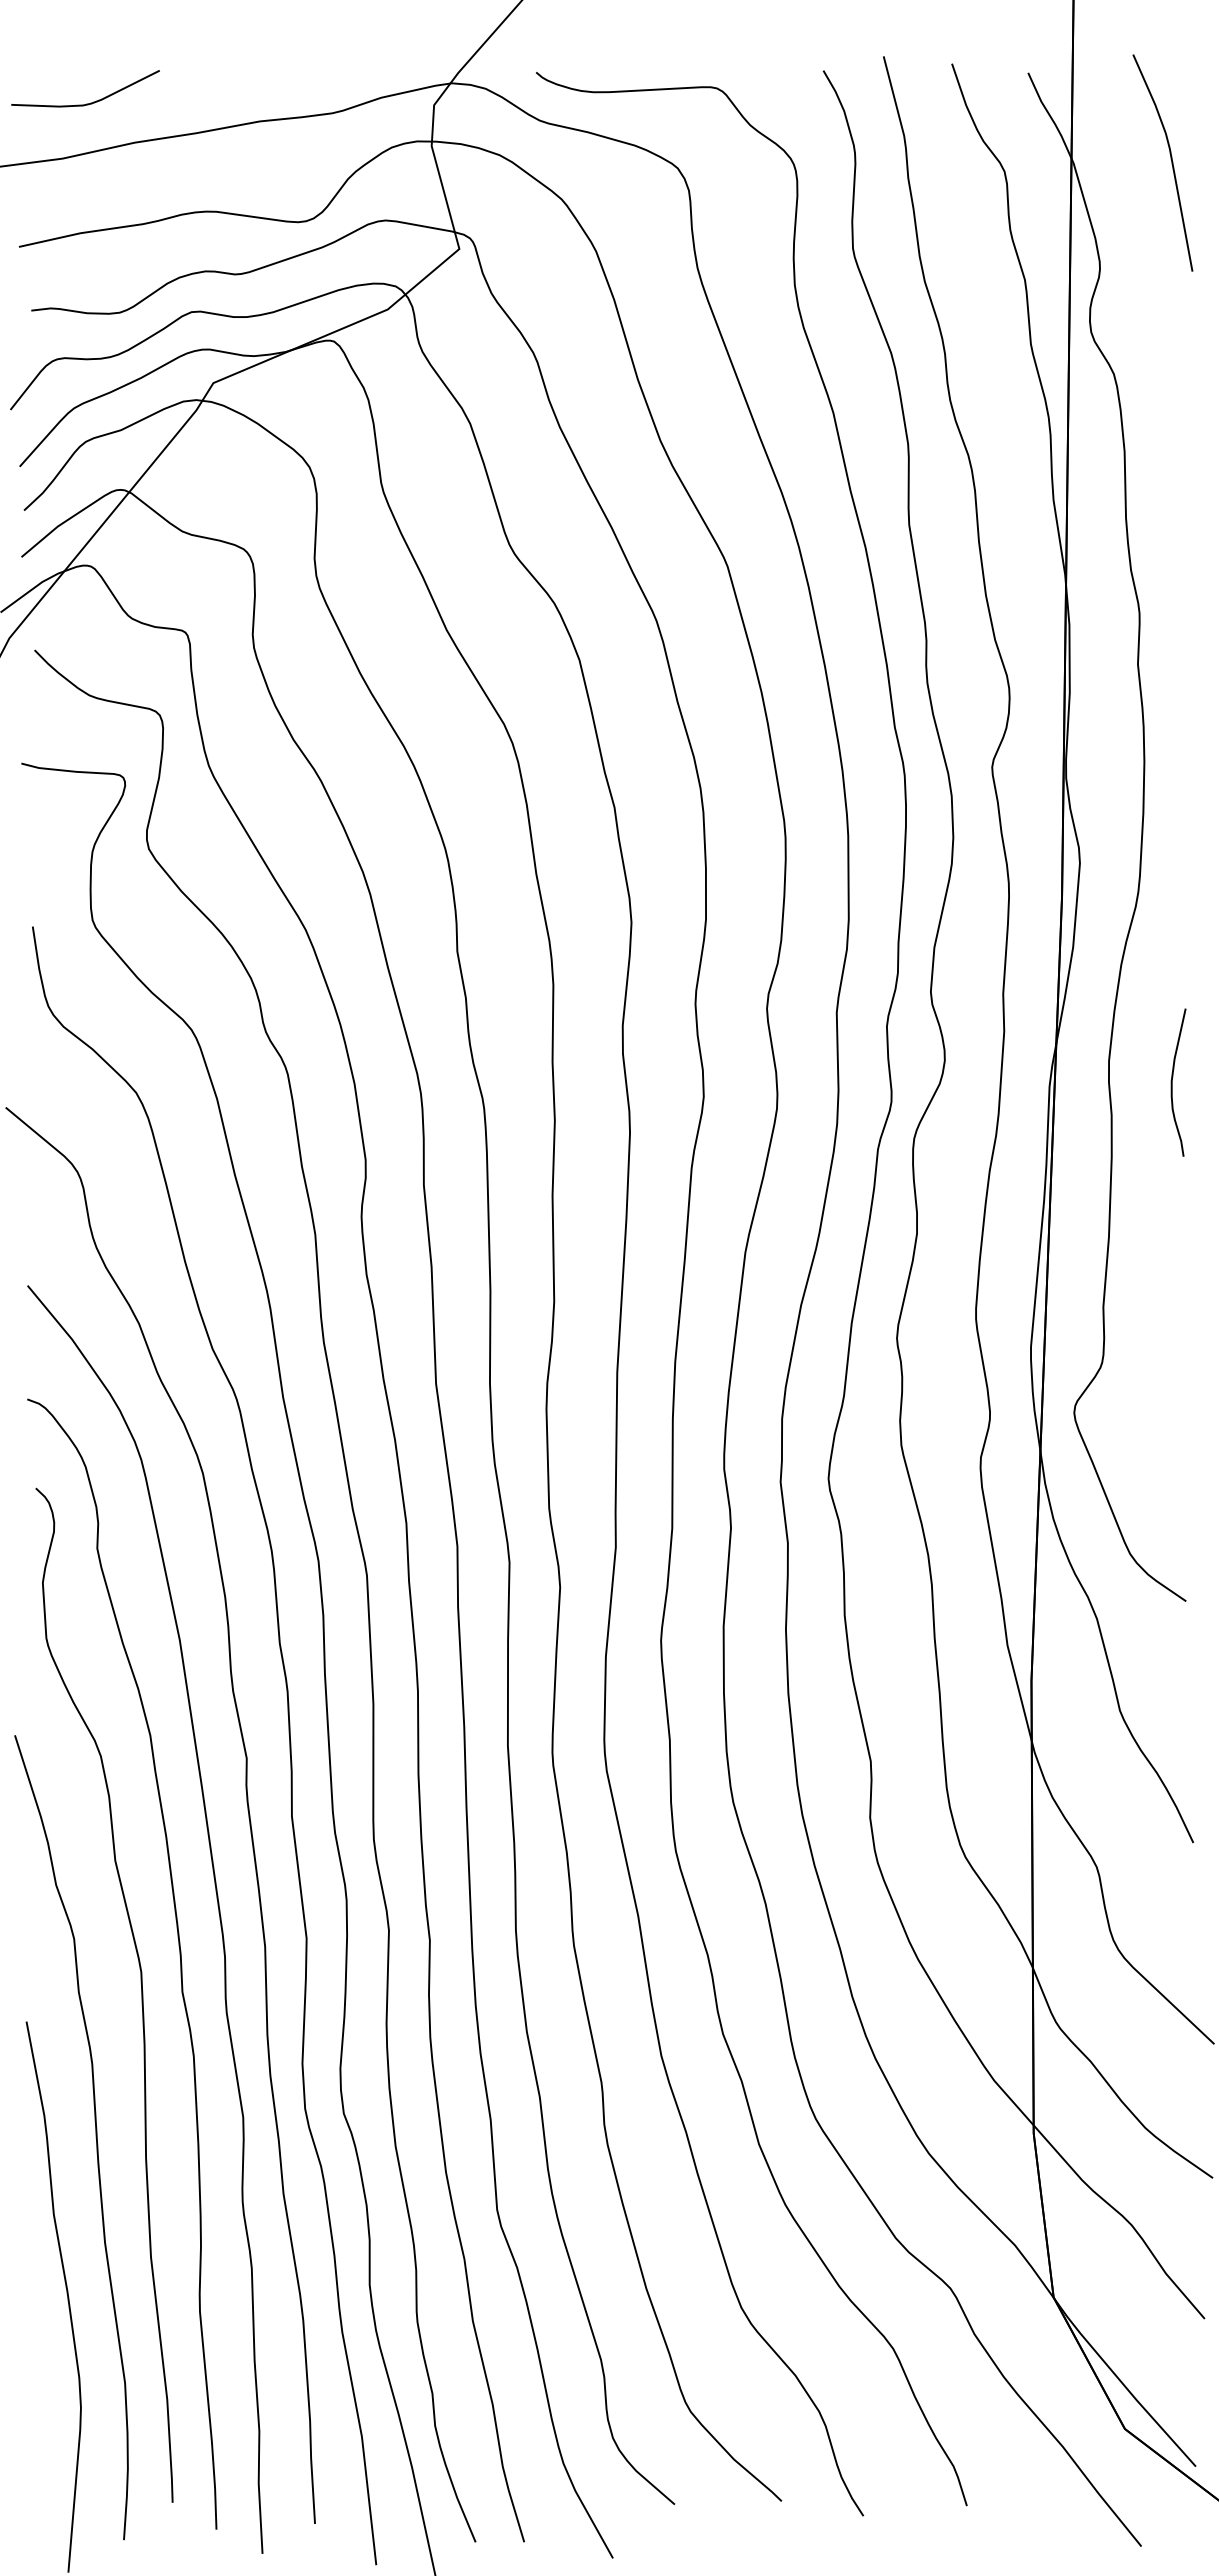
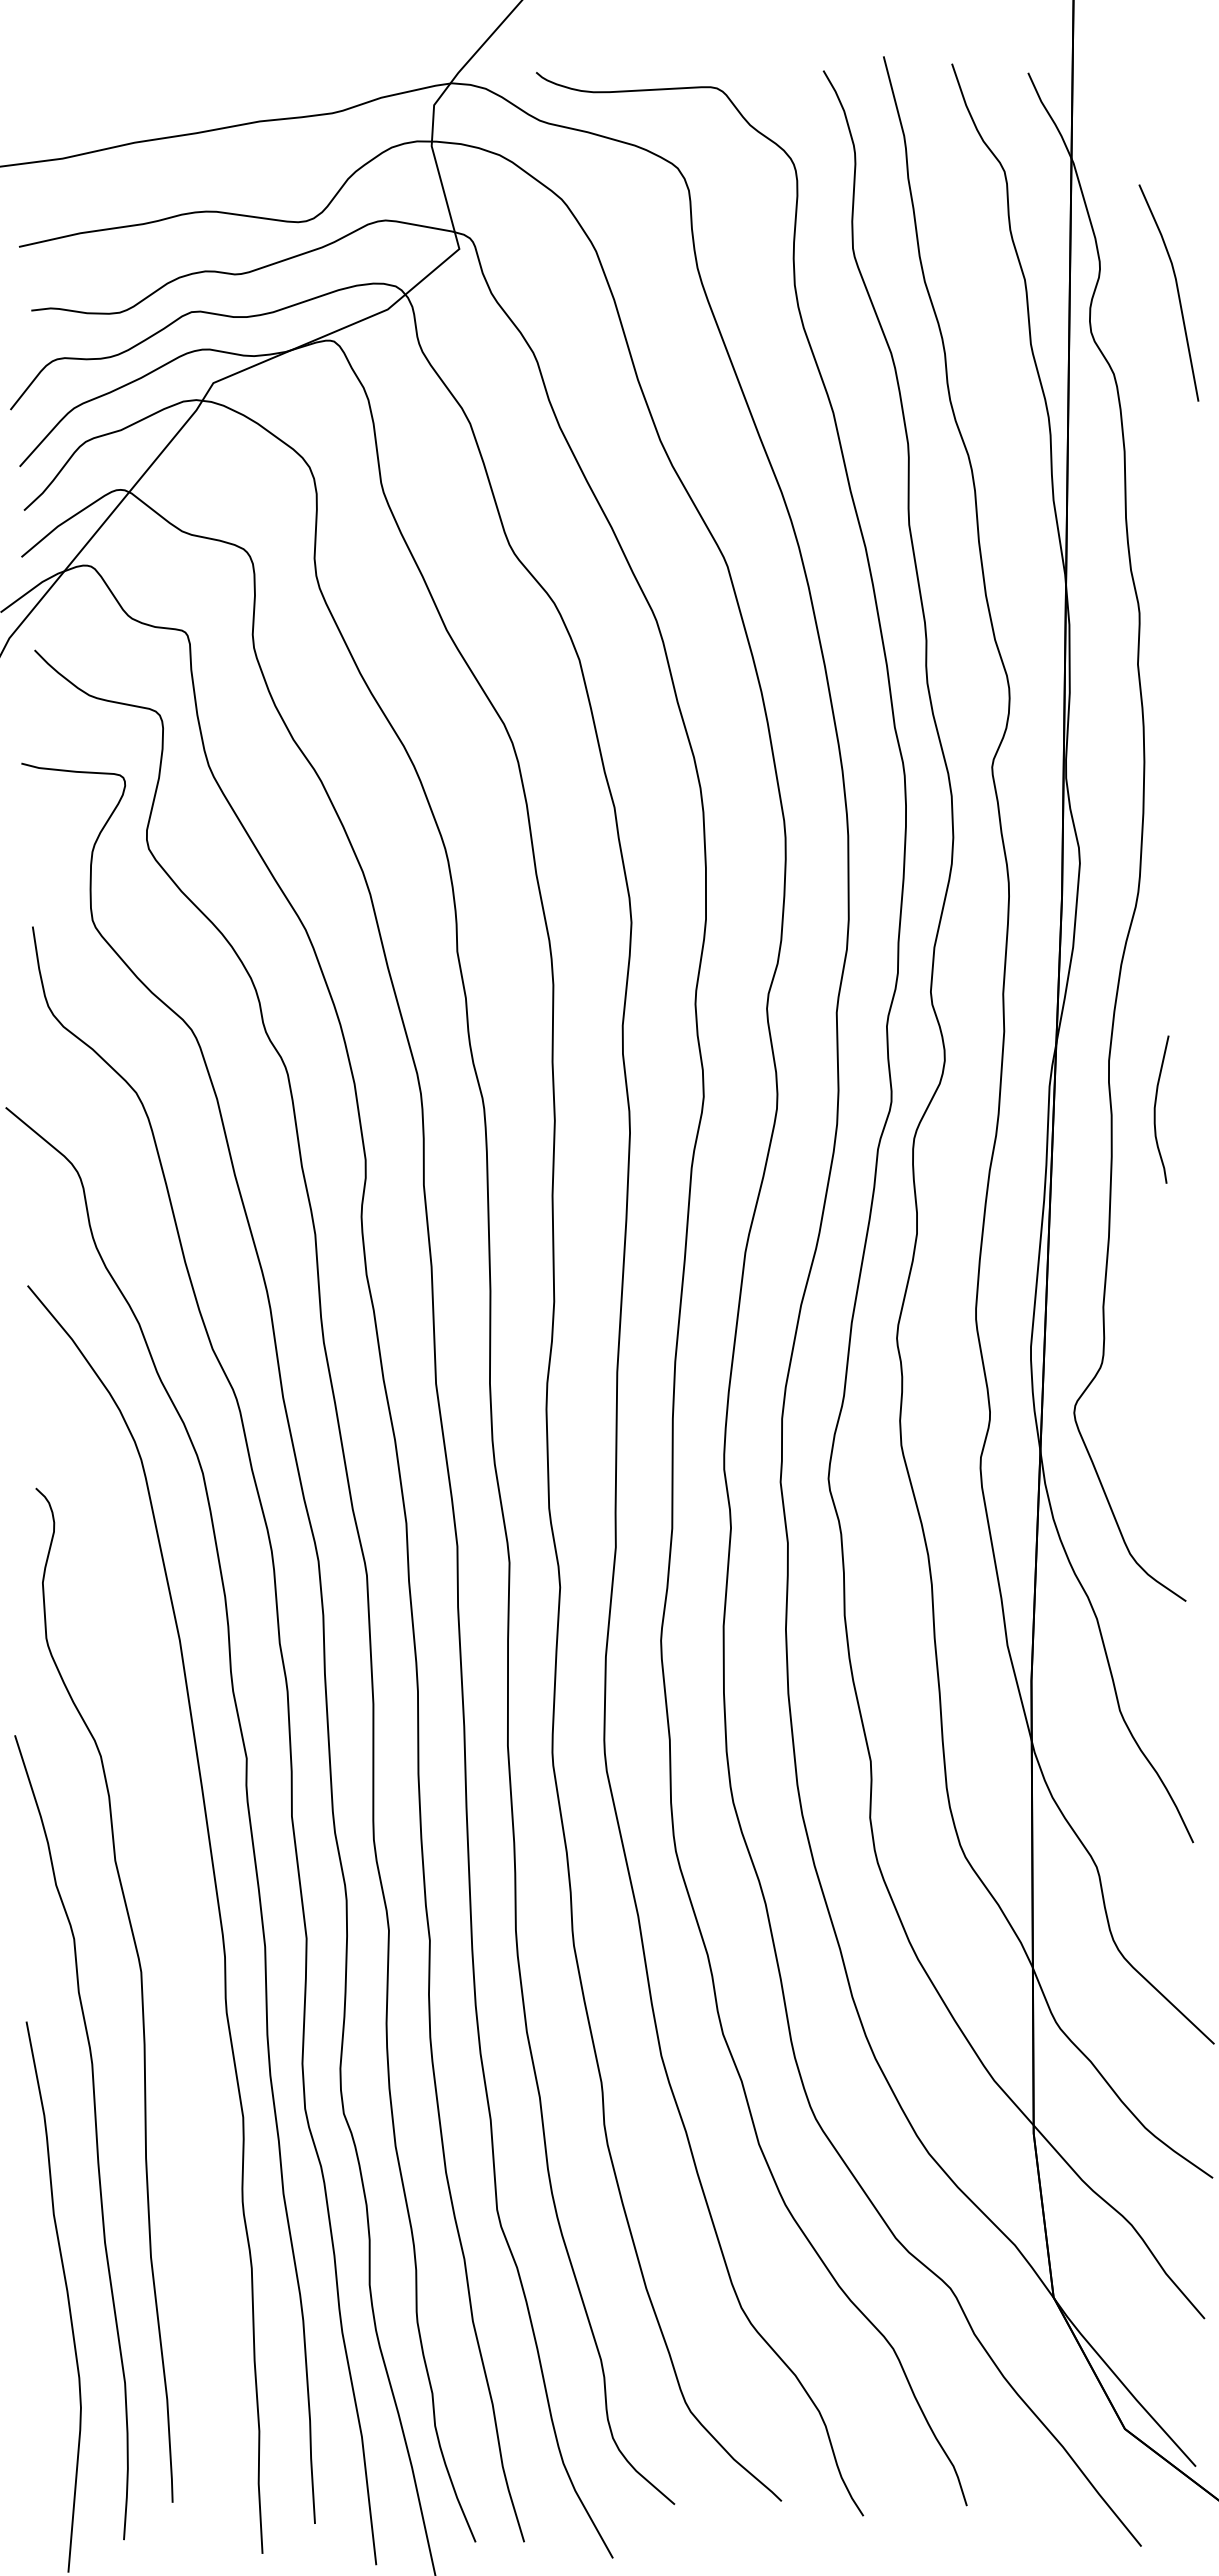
curve at (90, 102): present -> none
line at (1170, 159) position: (1170, 159) -> (1176, 289)
curve at (1172, 1082) position: (1172, 1082) -> (1155, 1109)
curve at (179, 1956): present -> none
